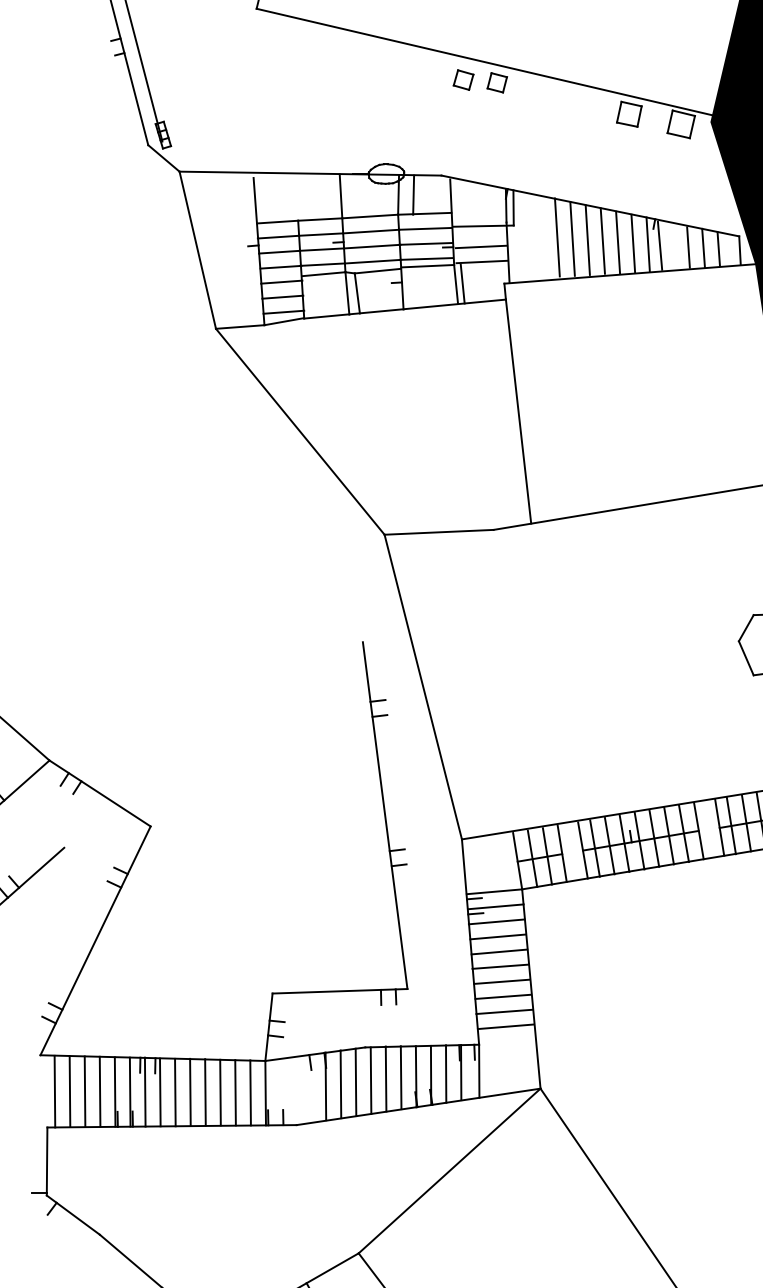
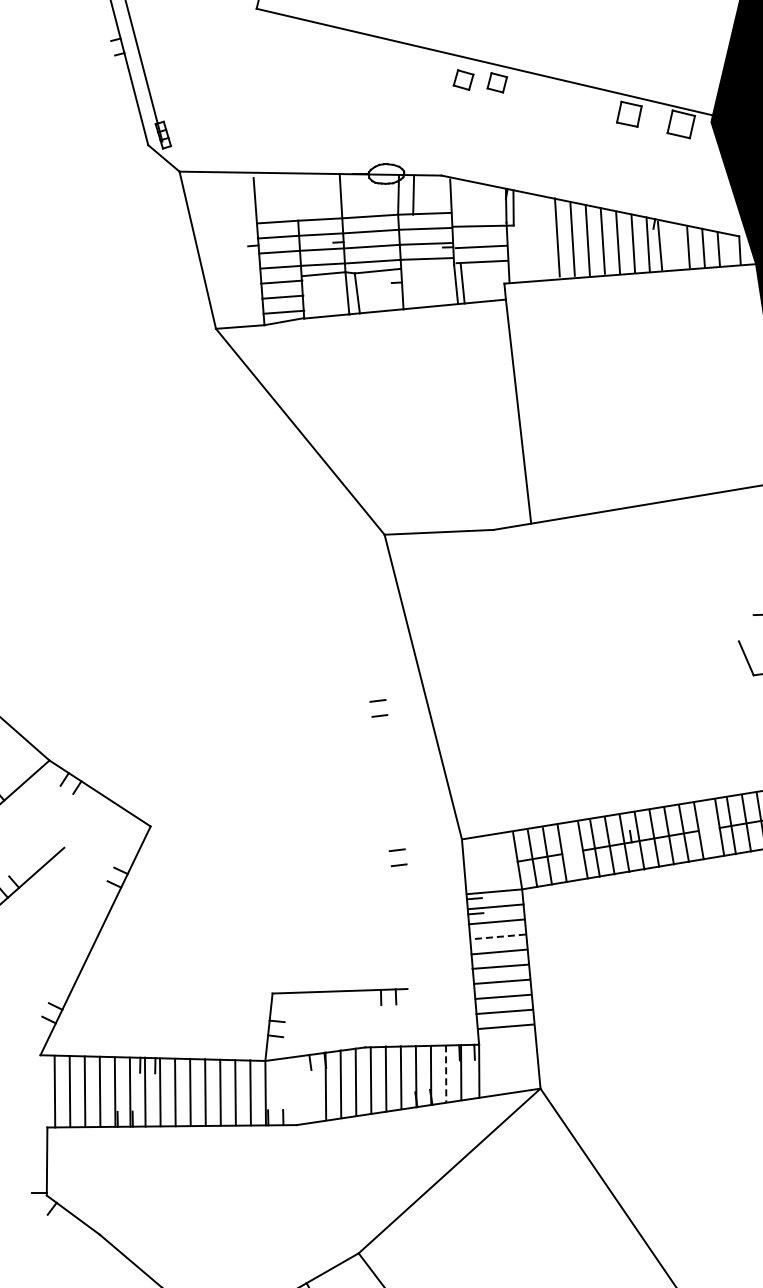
line at (427, 265): present -> none
line at (745, 628): present -> none
line at (384, 815): present -> none
line at (498, 936): solid -> dashed
line at (446, 1074): solid -> dashed
